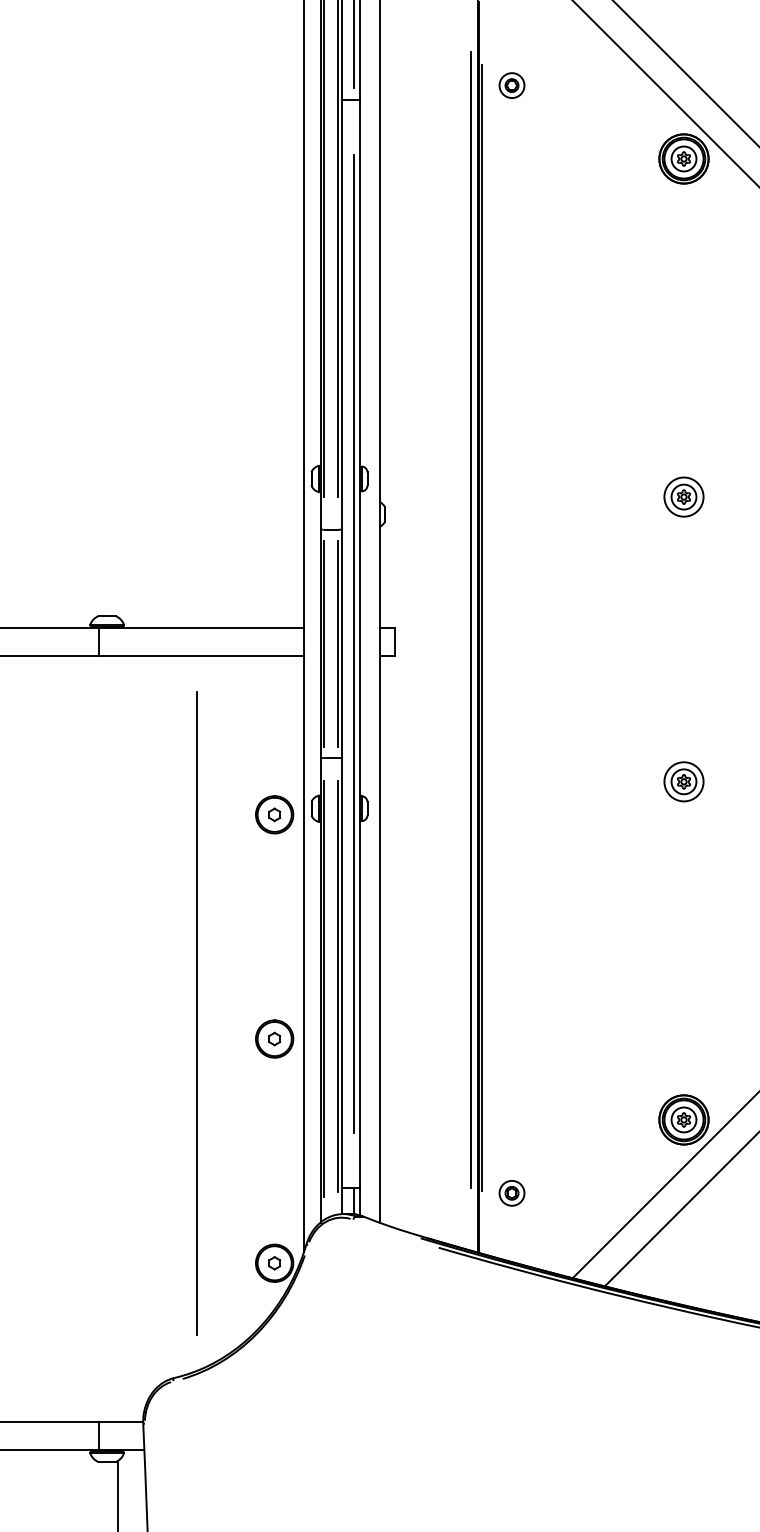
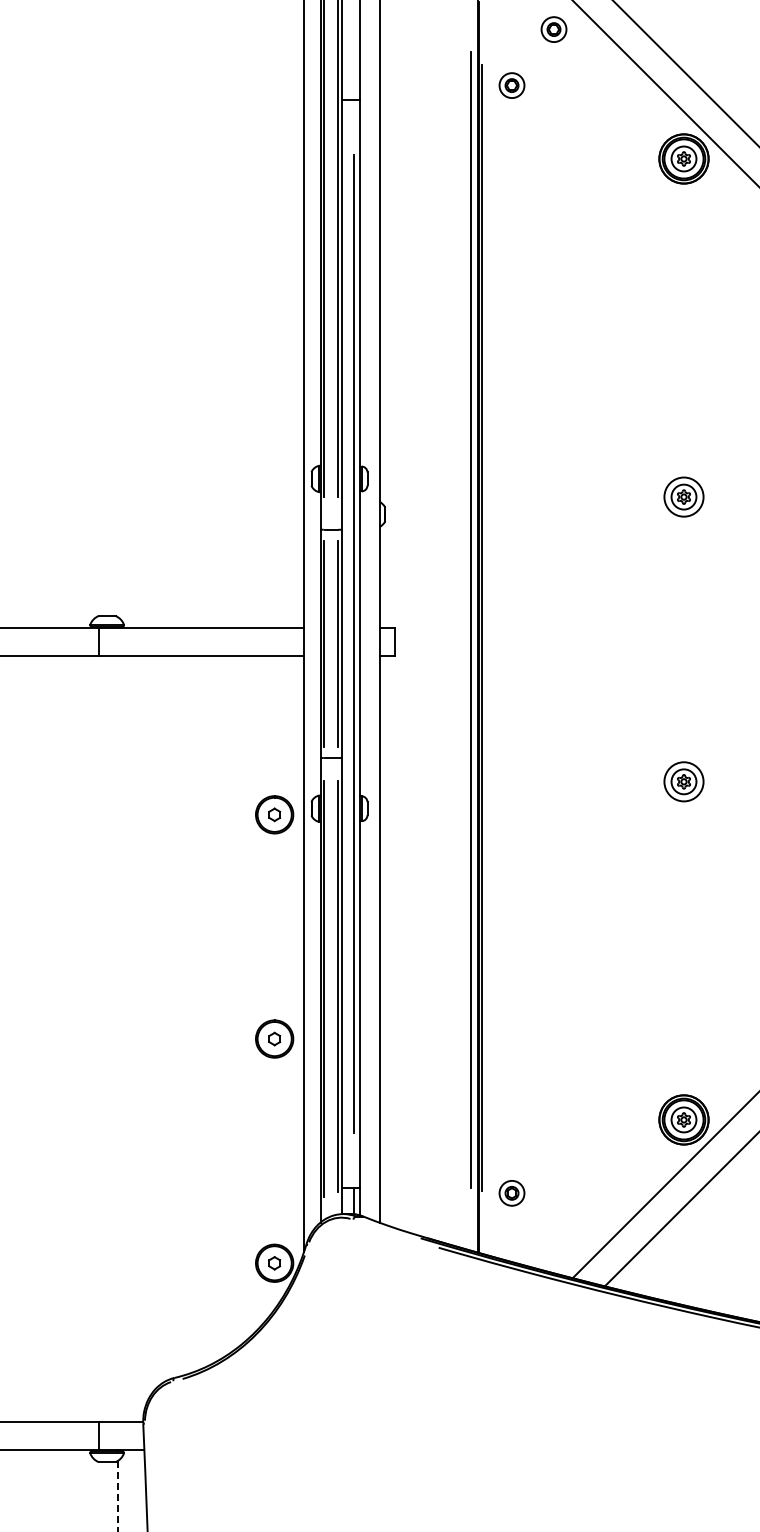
part at (553, 29): none -> present
line at (354, 45): present -> none
line at (196, 1013): present -> none
line at (117, 1496): solid -> dashed
